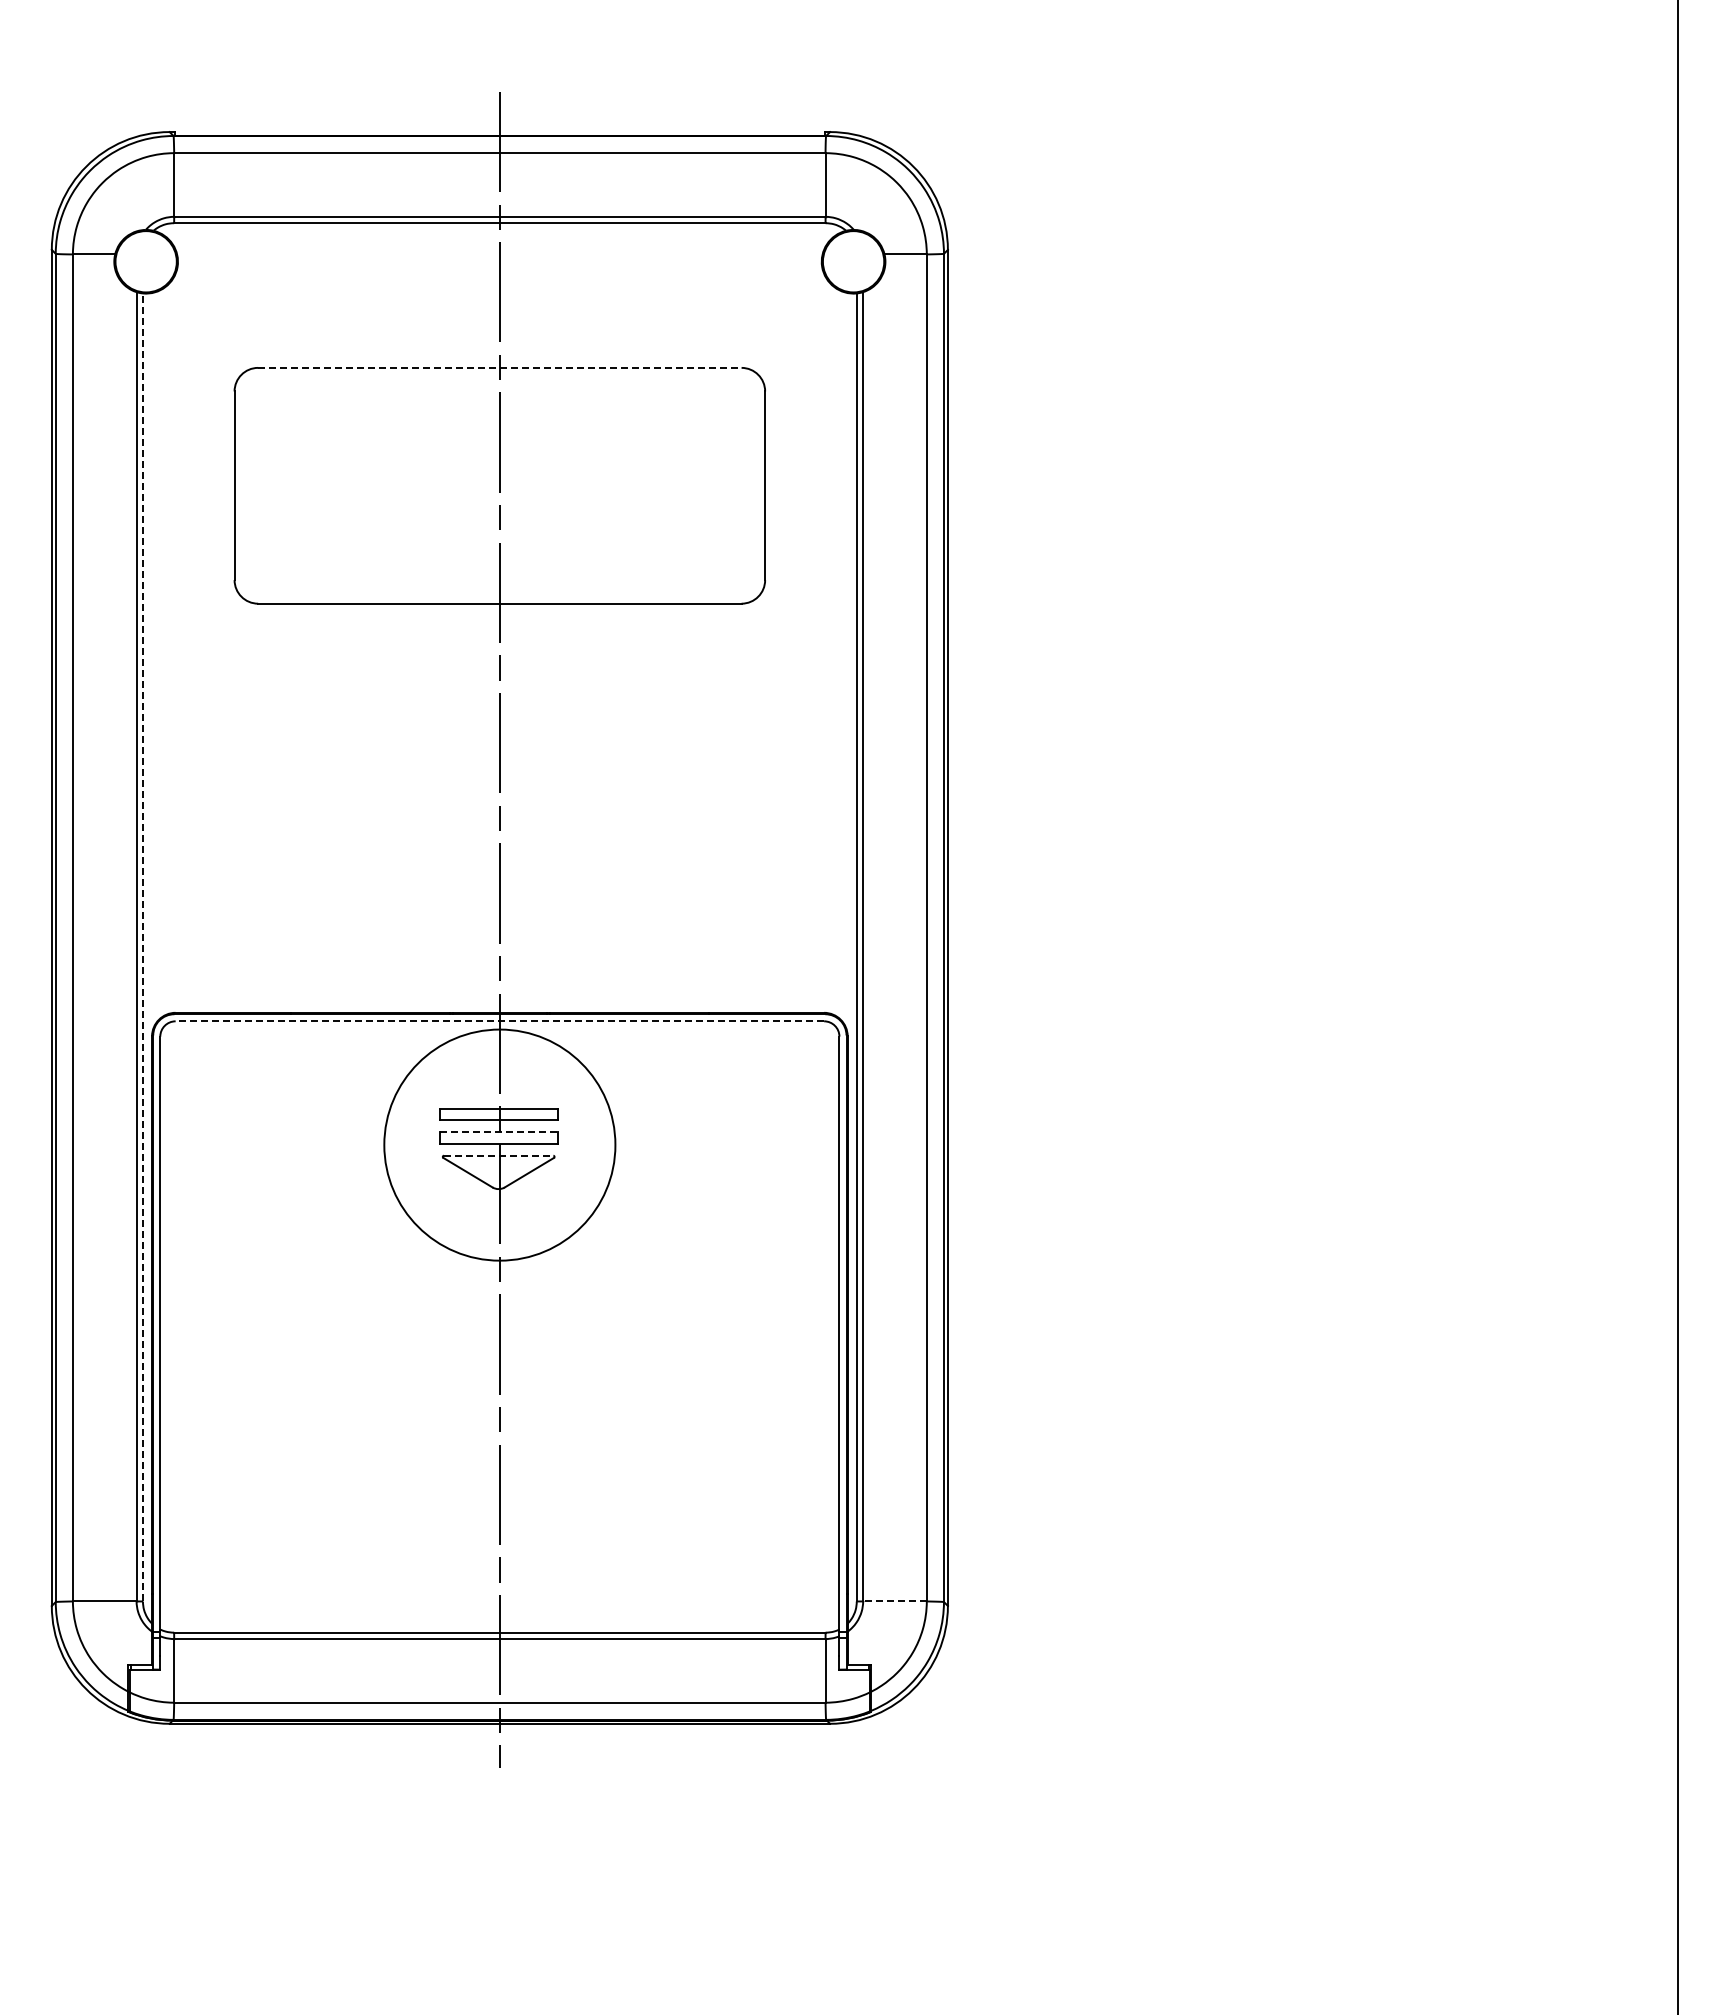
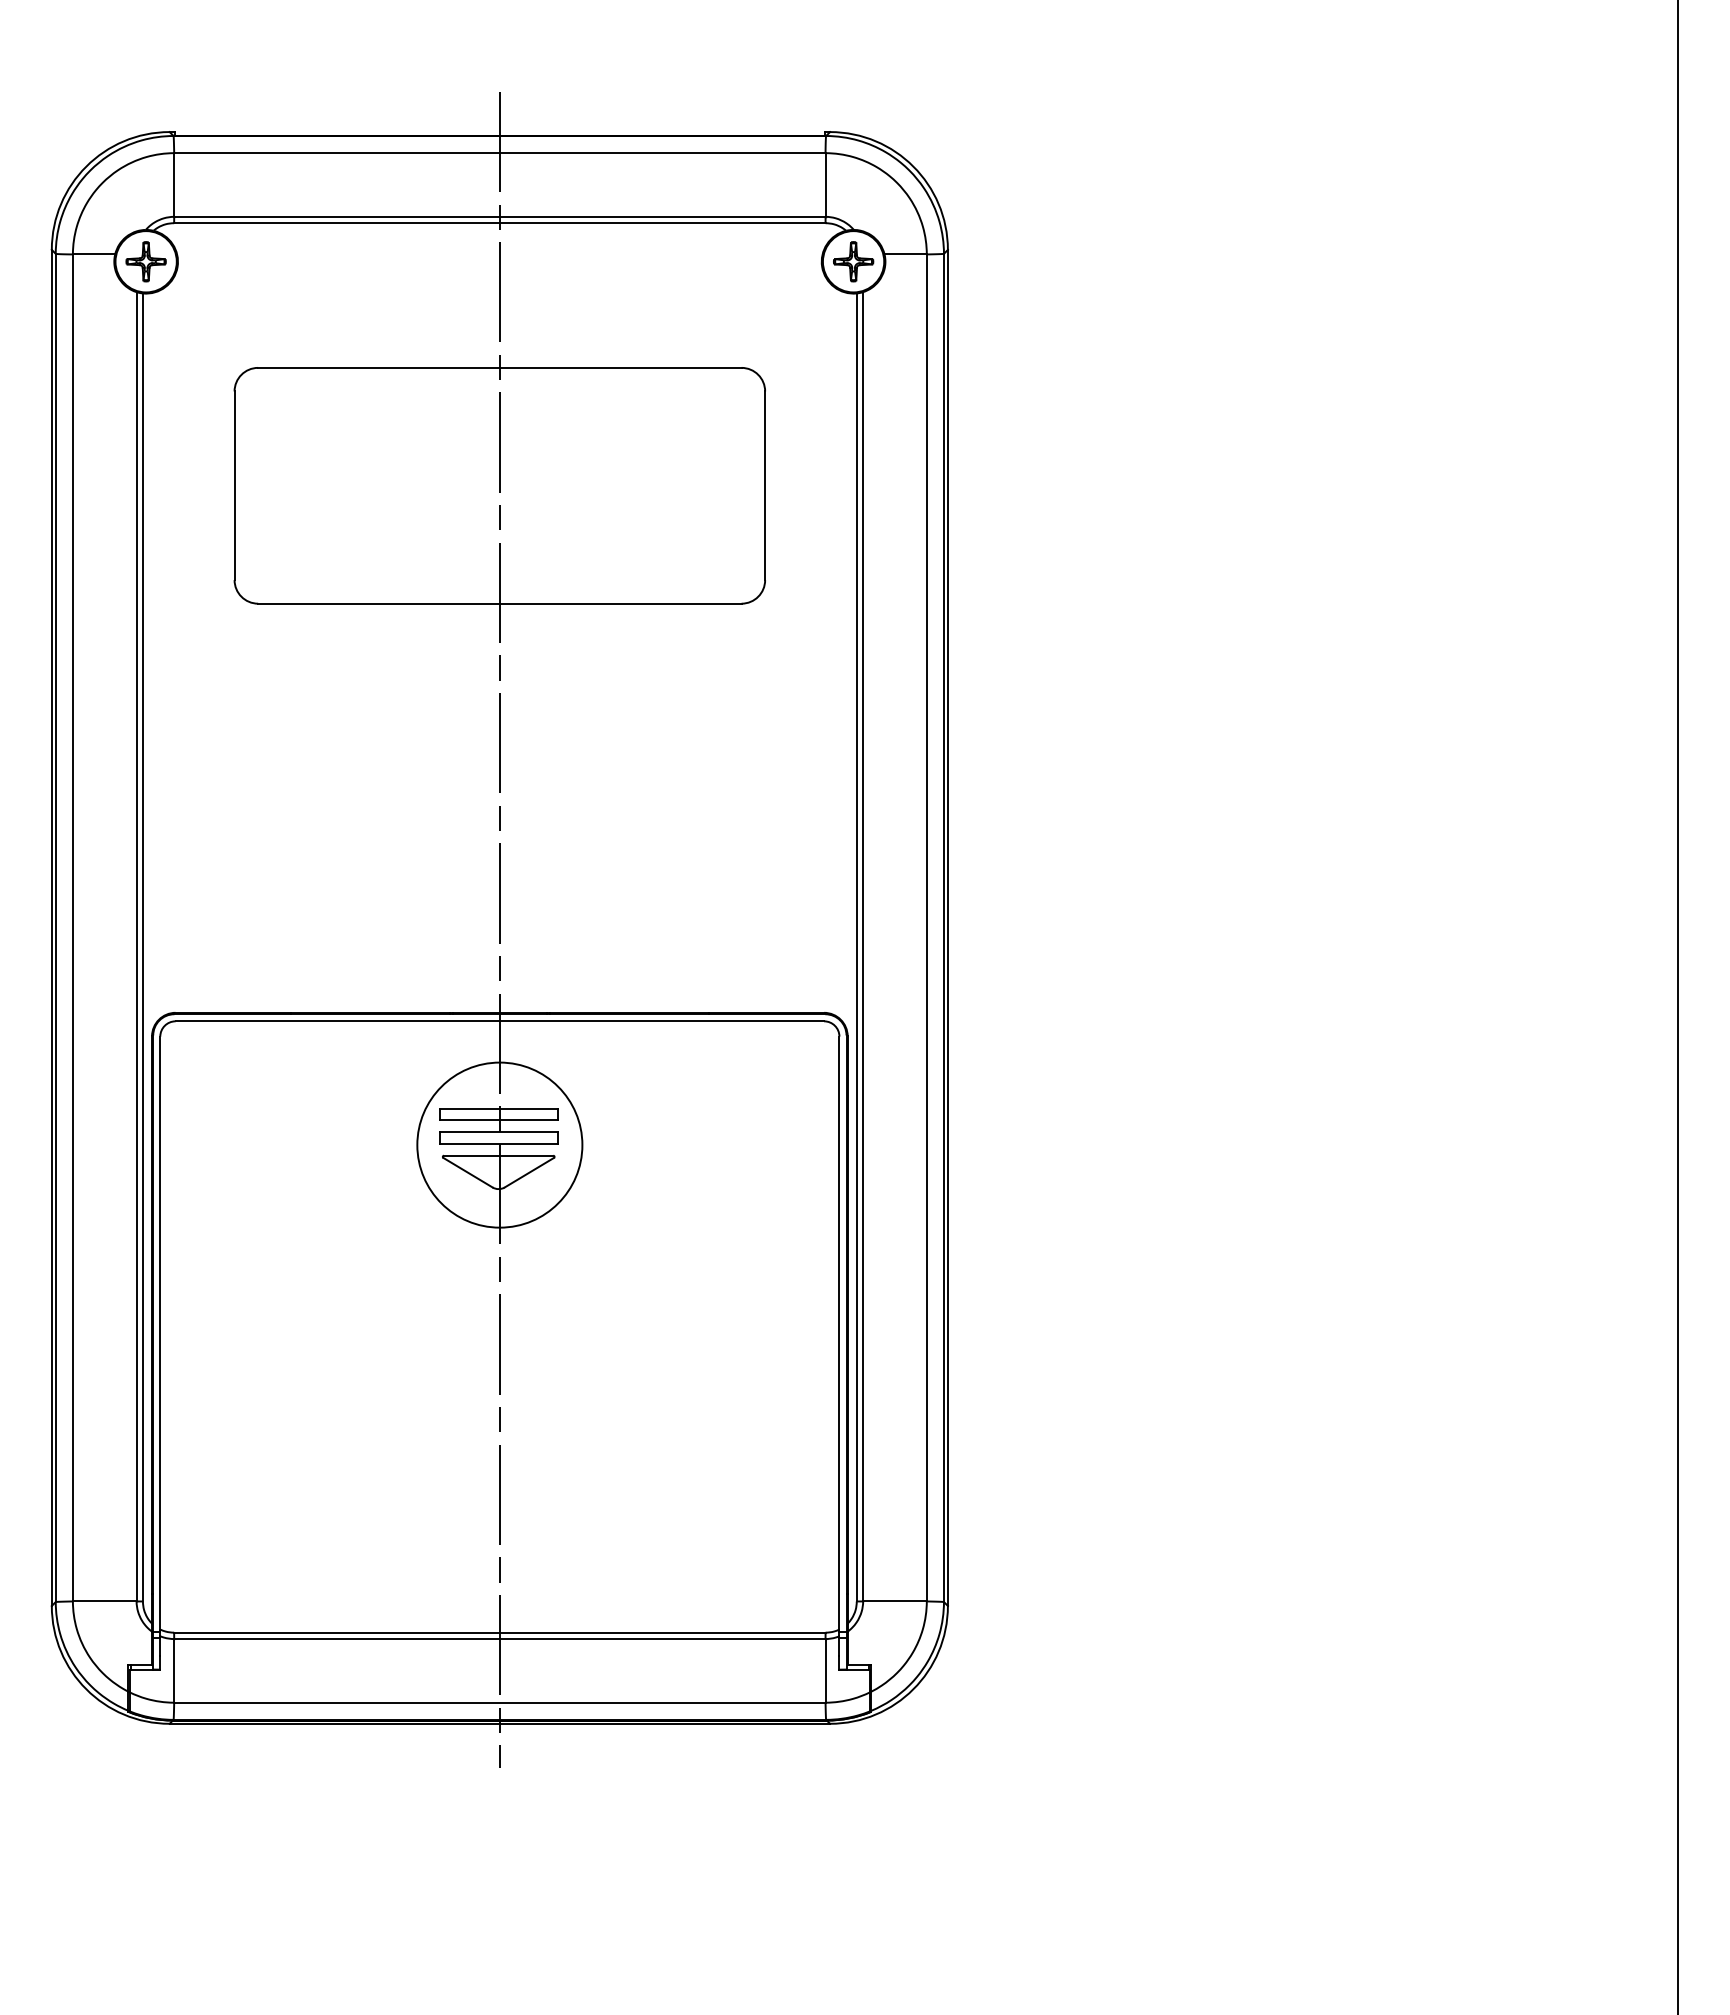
part at (145, 261): none -> present
part at (853, 261): none -> present
line at (499, 367): dashed -> solid
line at (142, 946): dashed -> solid
line at (499, 1021): dashed -> solid
line at (498, 1132): dashed -> solid
circle at (499, 1144) diameter: 231 px -> 165 px
line at (498, 1155): dashed -> solid
line at (895, 1601): dashed -> solid
